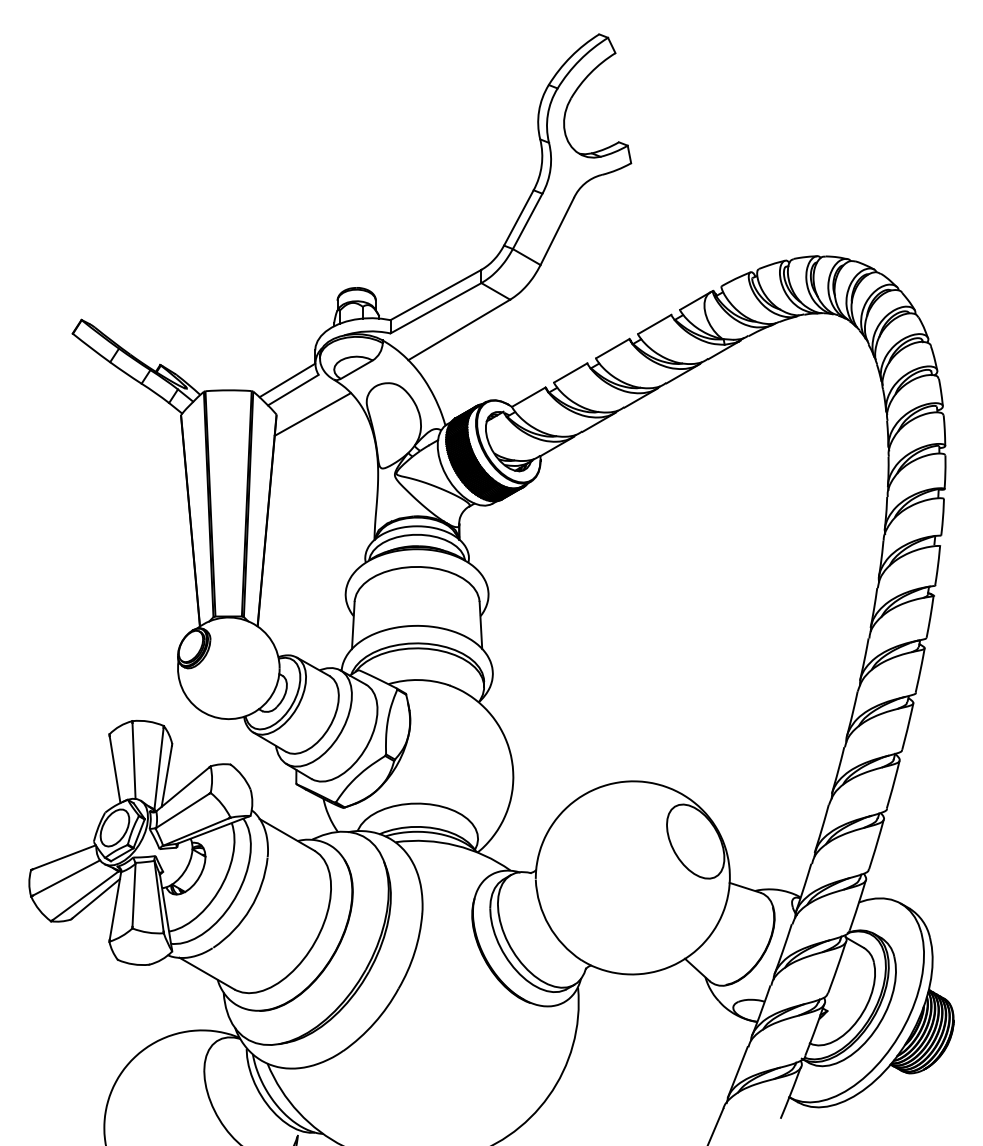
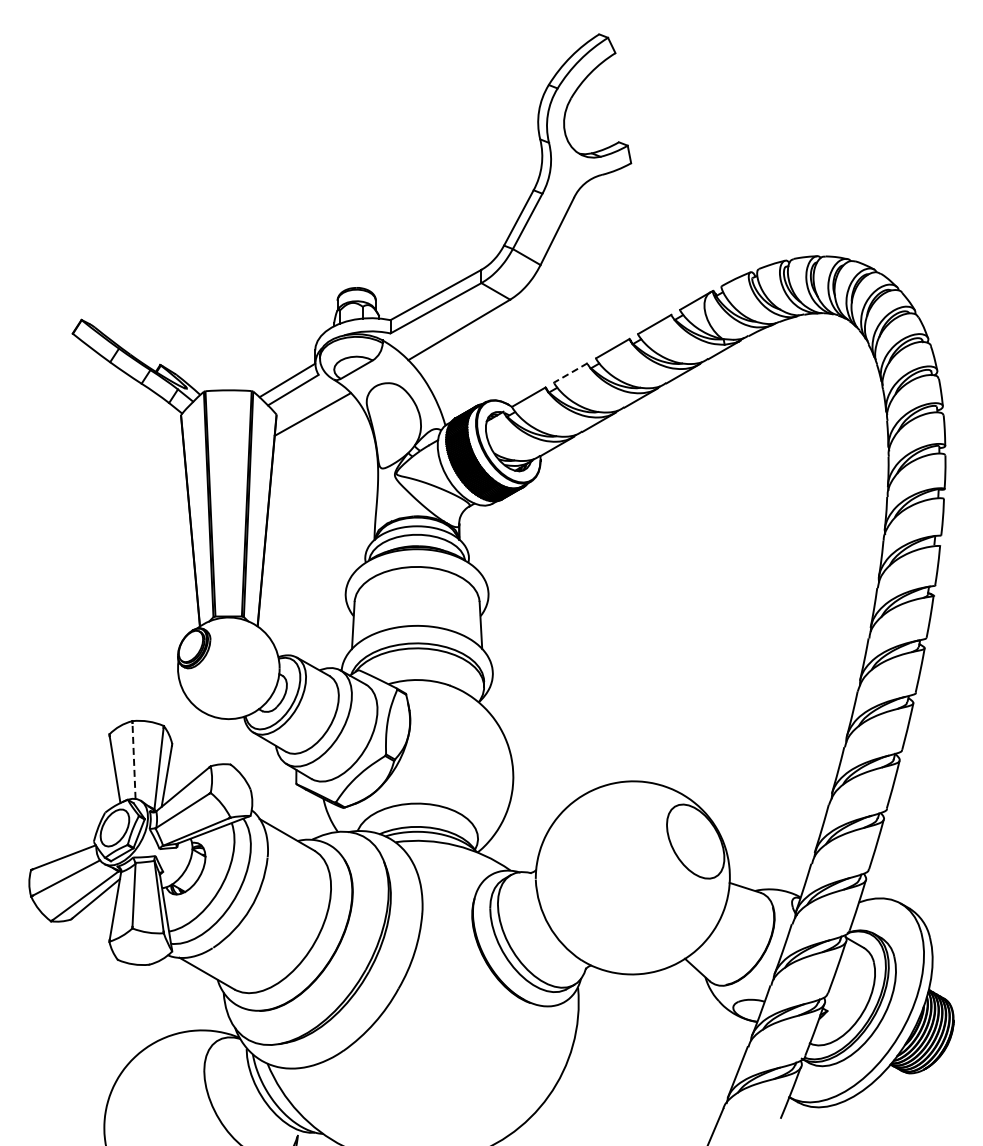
line at (570, 373): solid -> dashed
line at (134, 760): solid -> dashed
